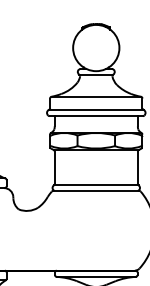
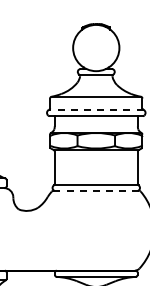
line at (95, 109): solid -> dashed
line at (95, 190): solid -> dashed
